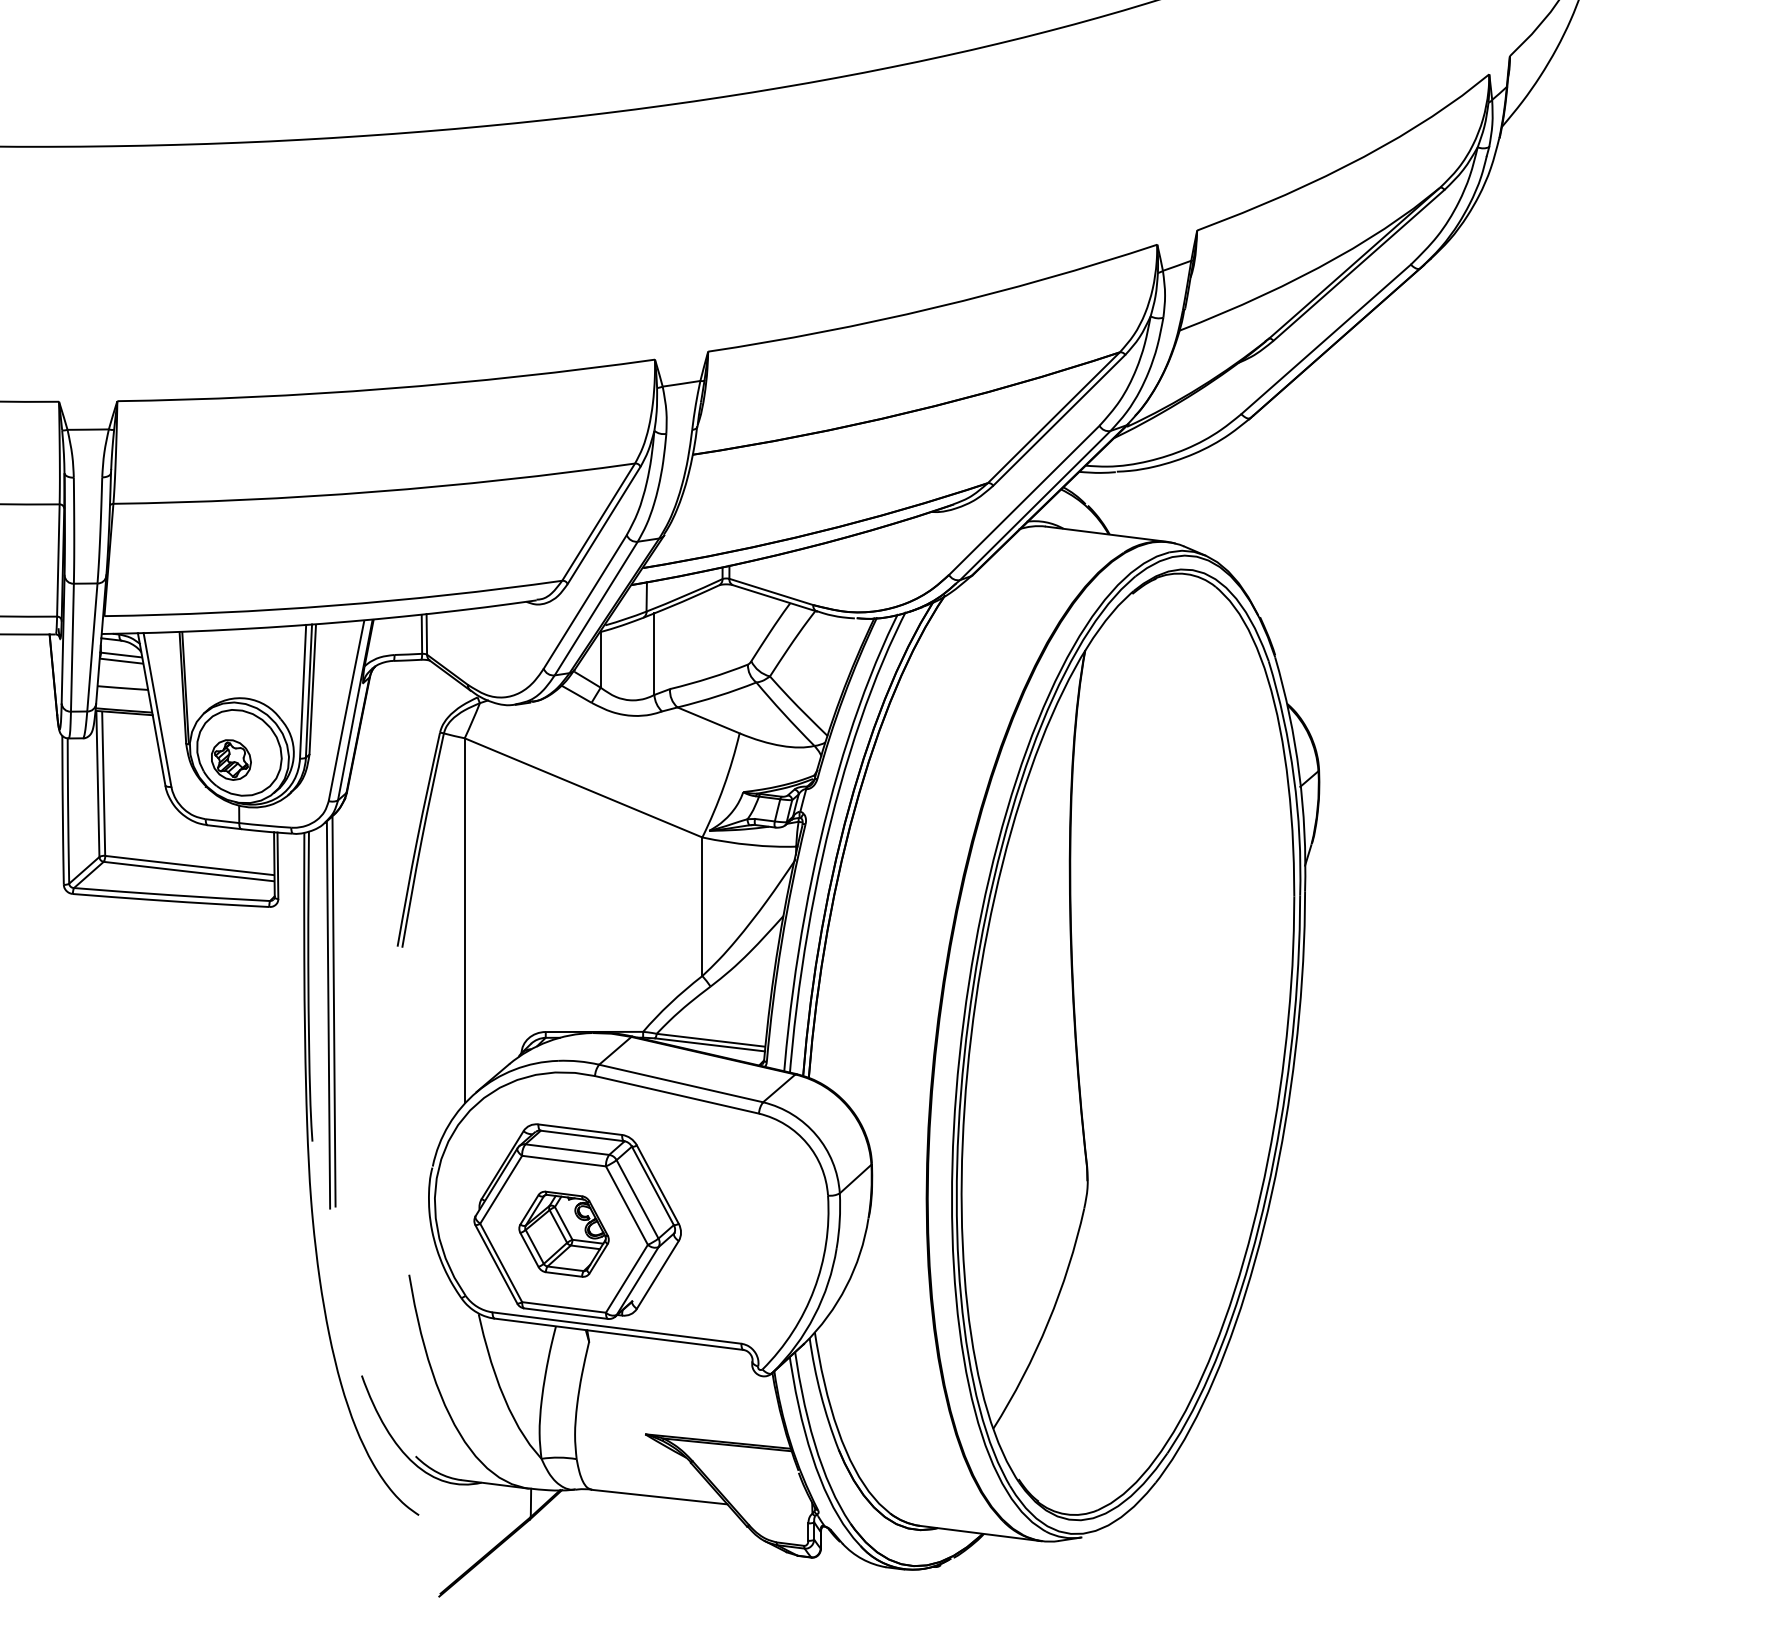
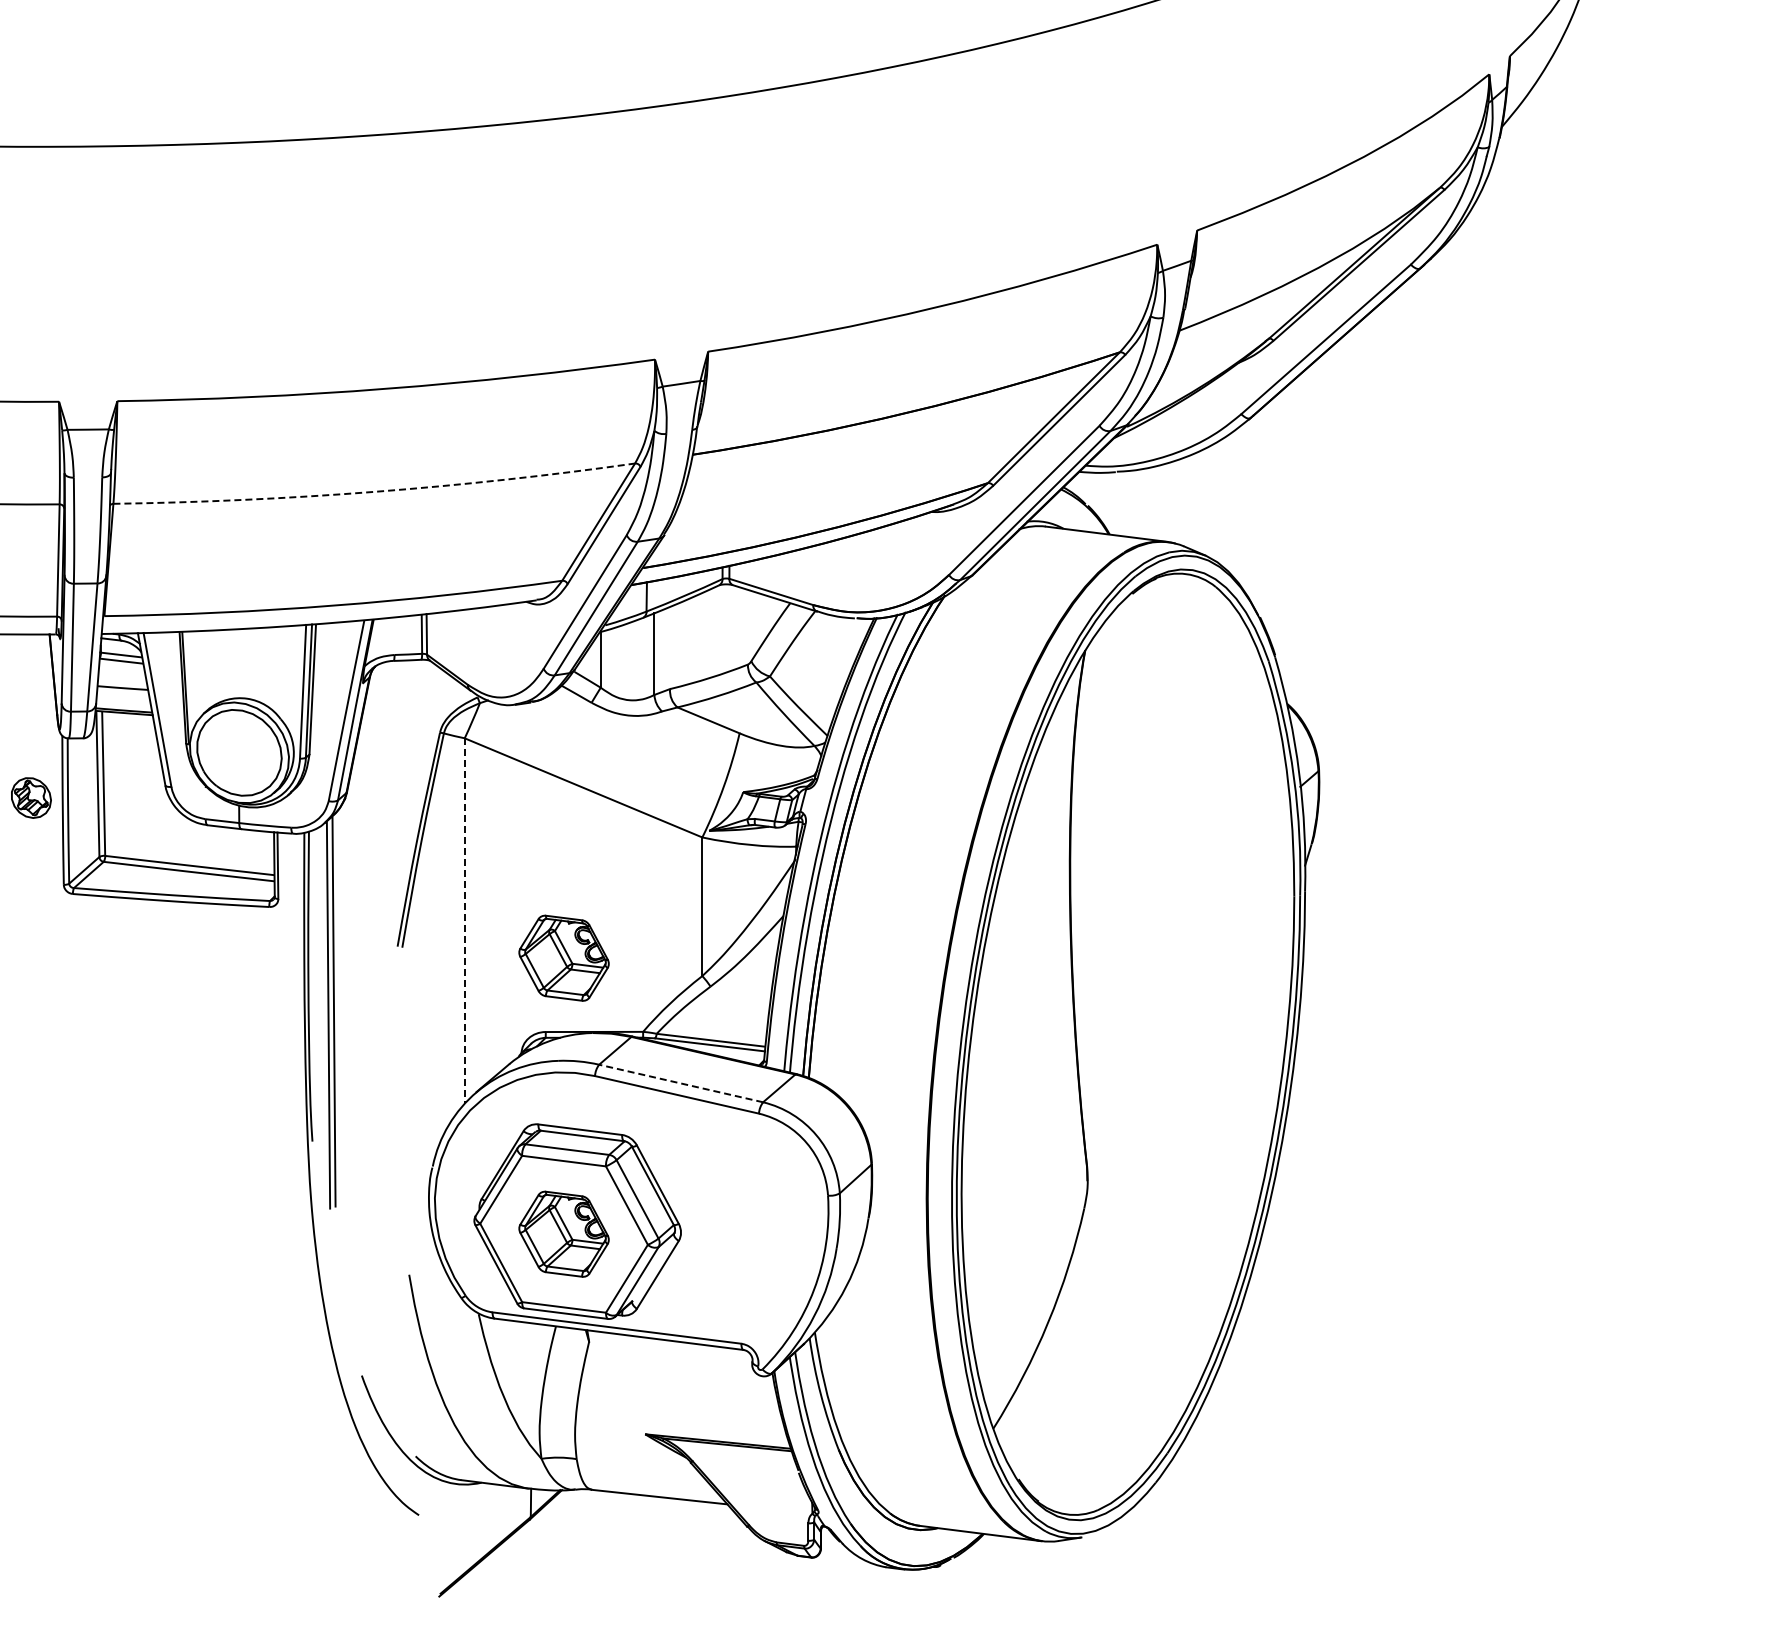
arc at (374, 491): solid -> dashed
part at (231, 759) position: (231, 759) -> (31, 797)
line at (464, 920): solid -> dashed
part at (563, 957): none -> present
line at (680, 1083): solid -> dashed
